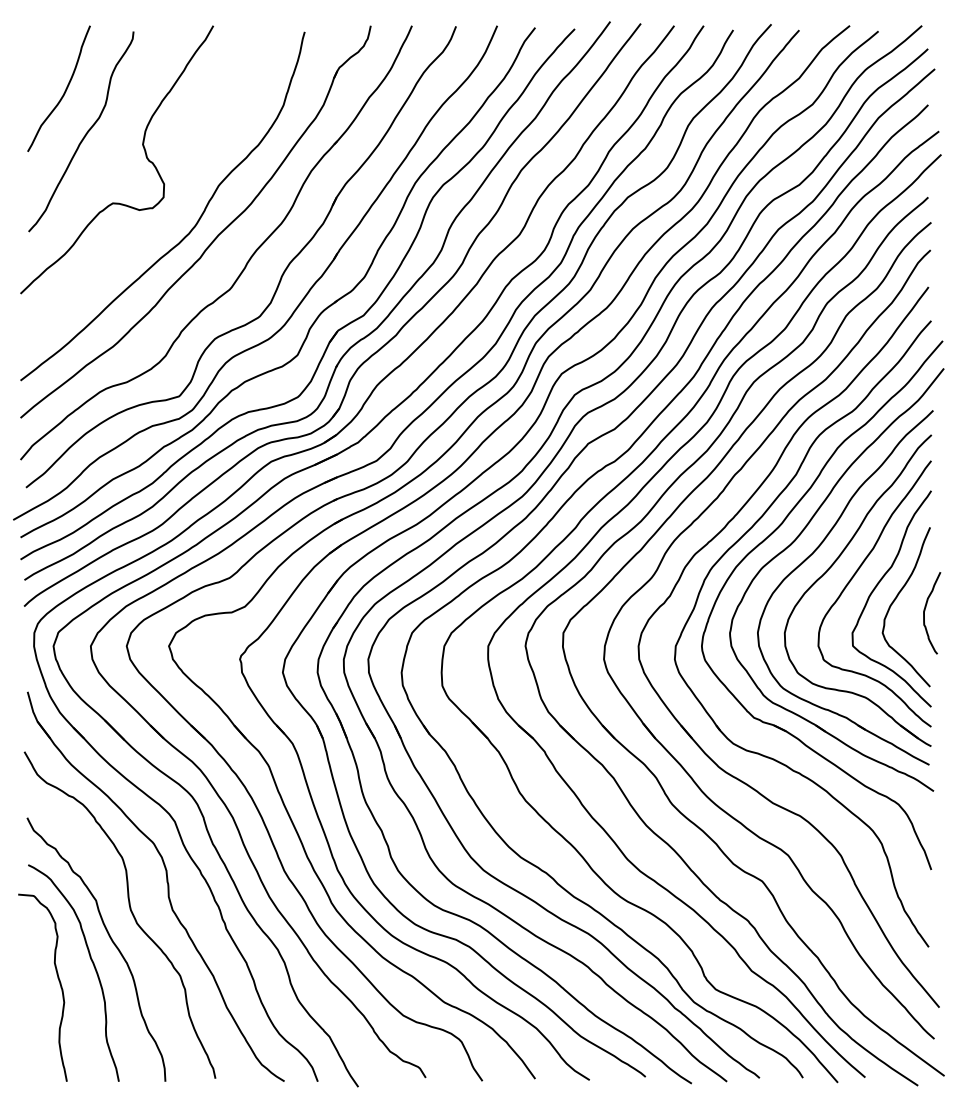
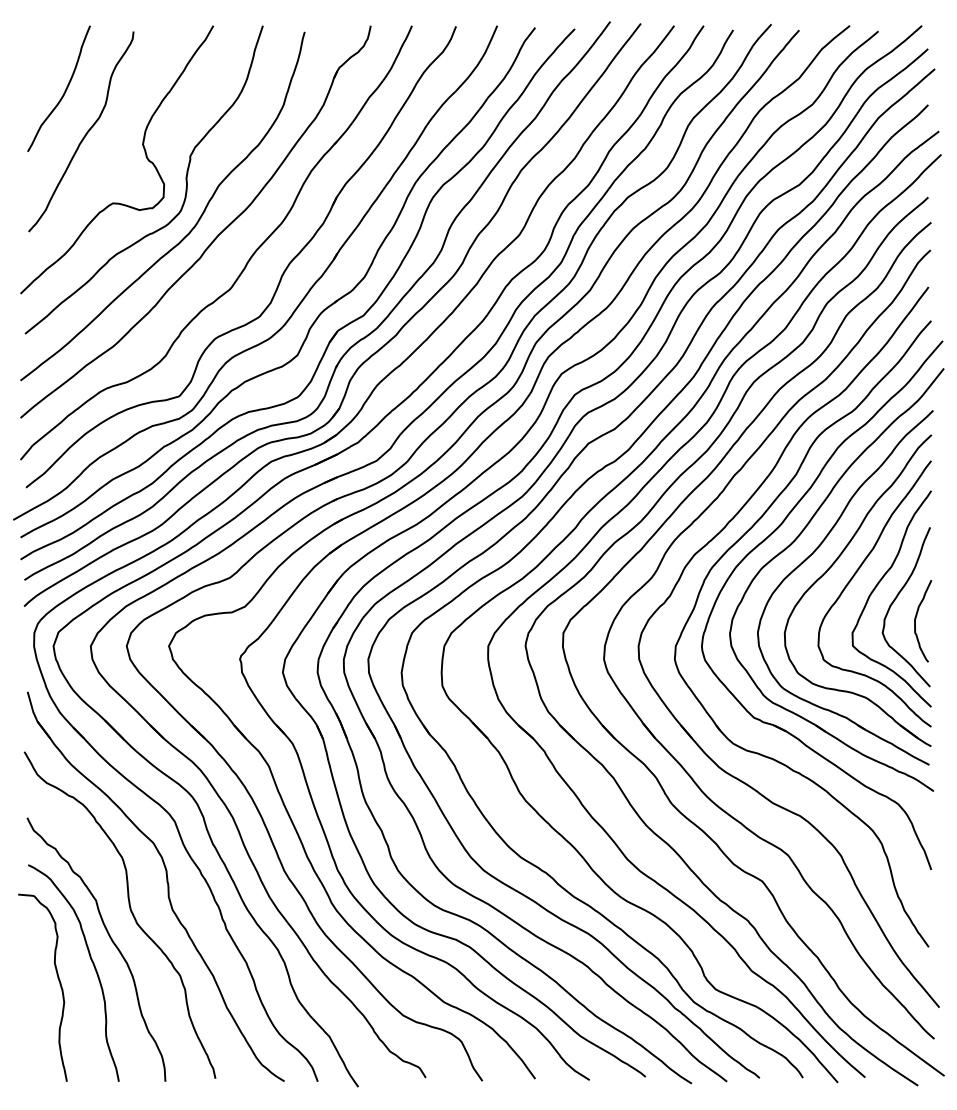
curve at (185, 179): none -> present
curve at (925, 610) position: (925, 610) -> (916, 618)
